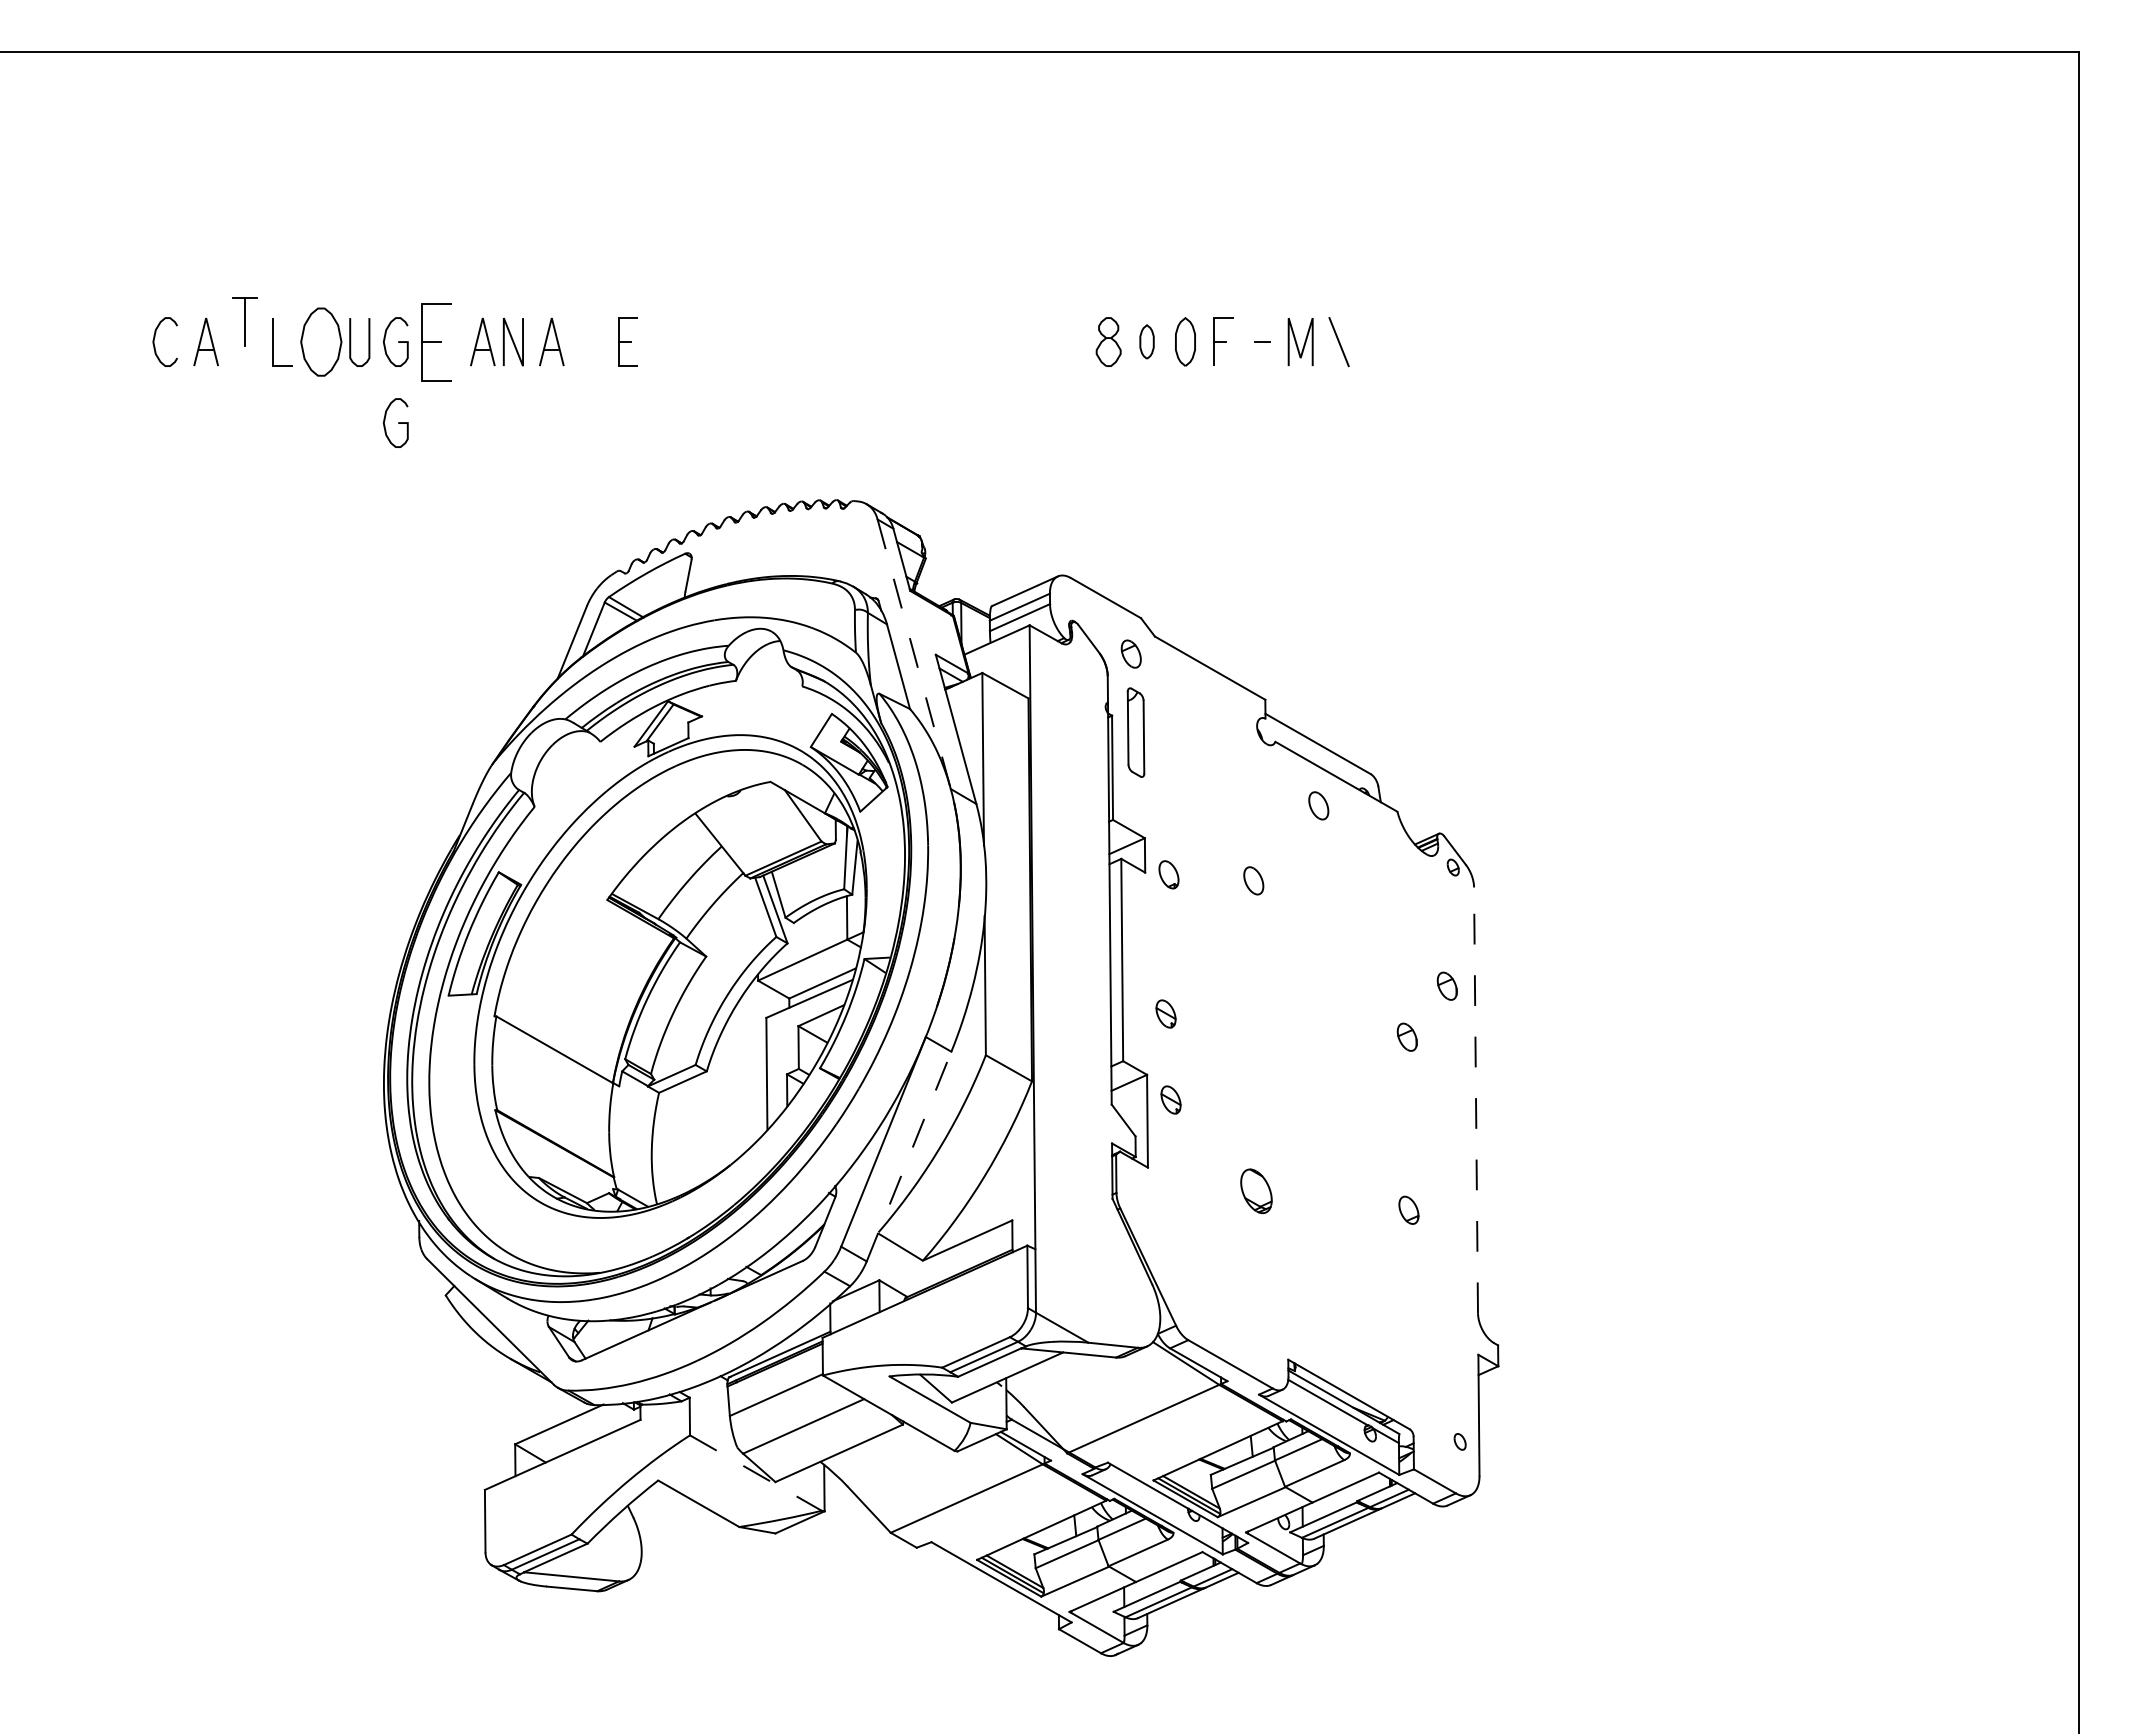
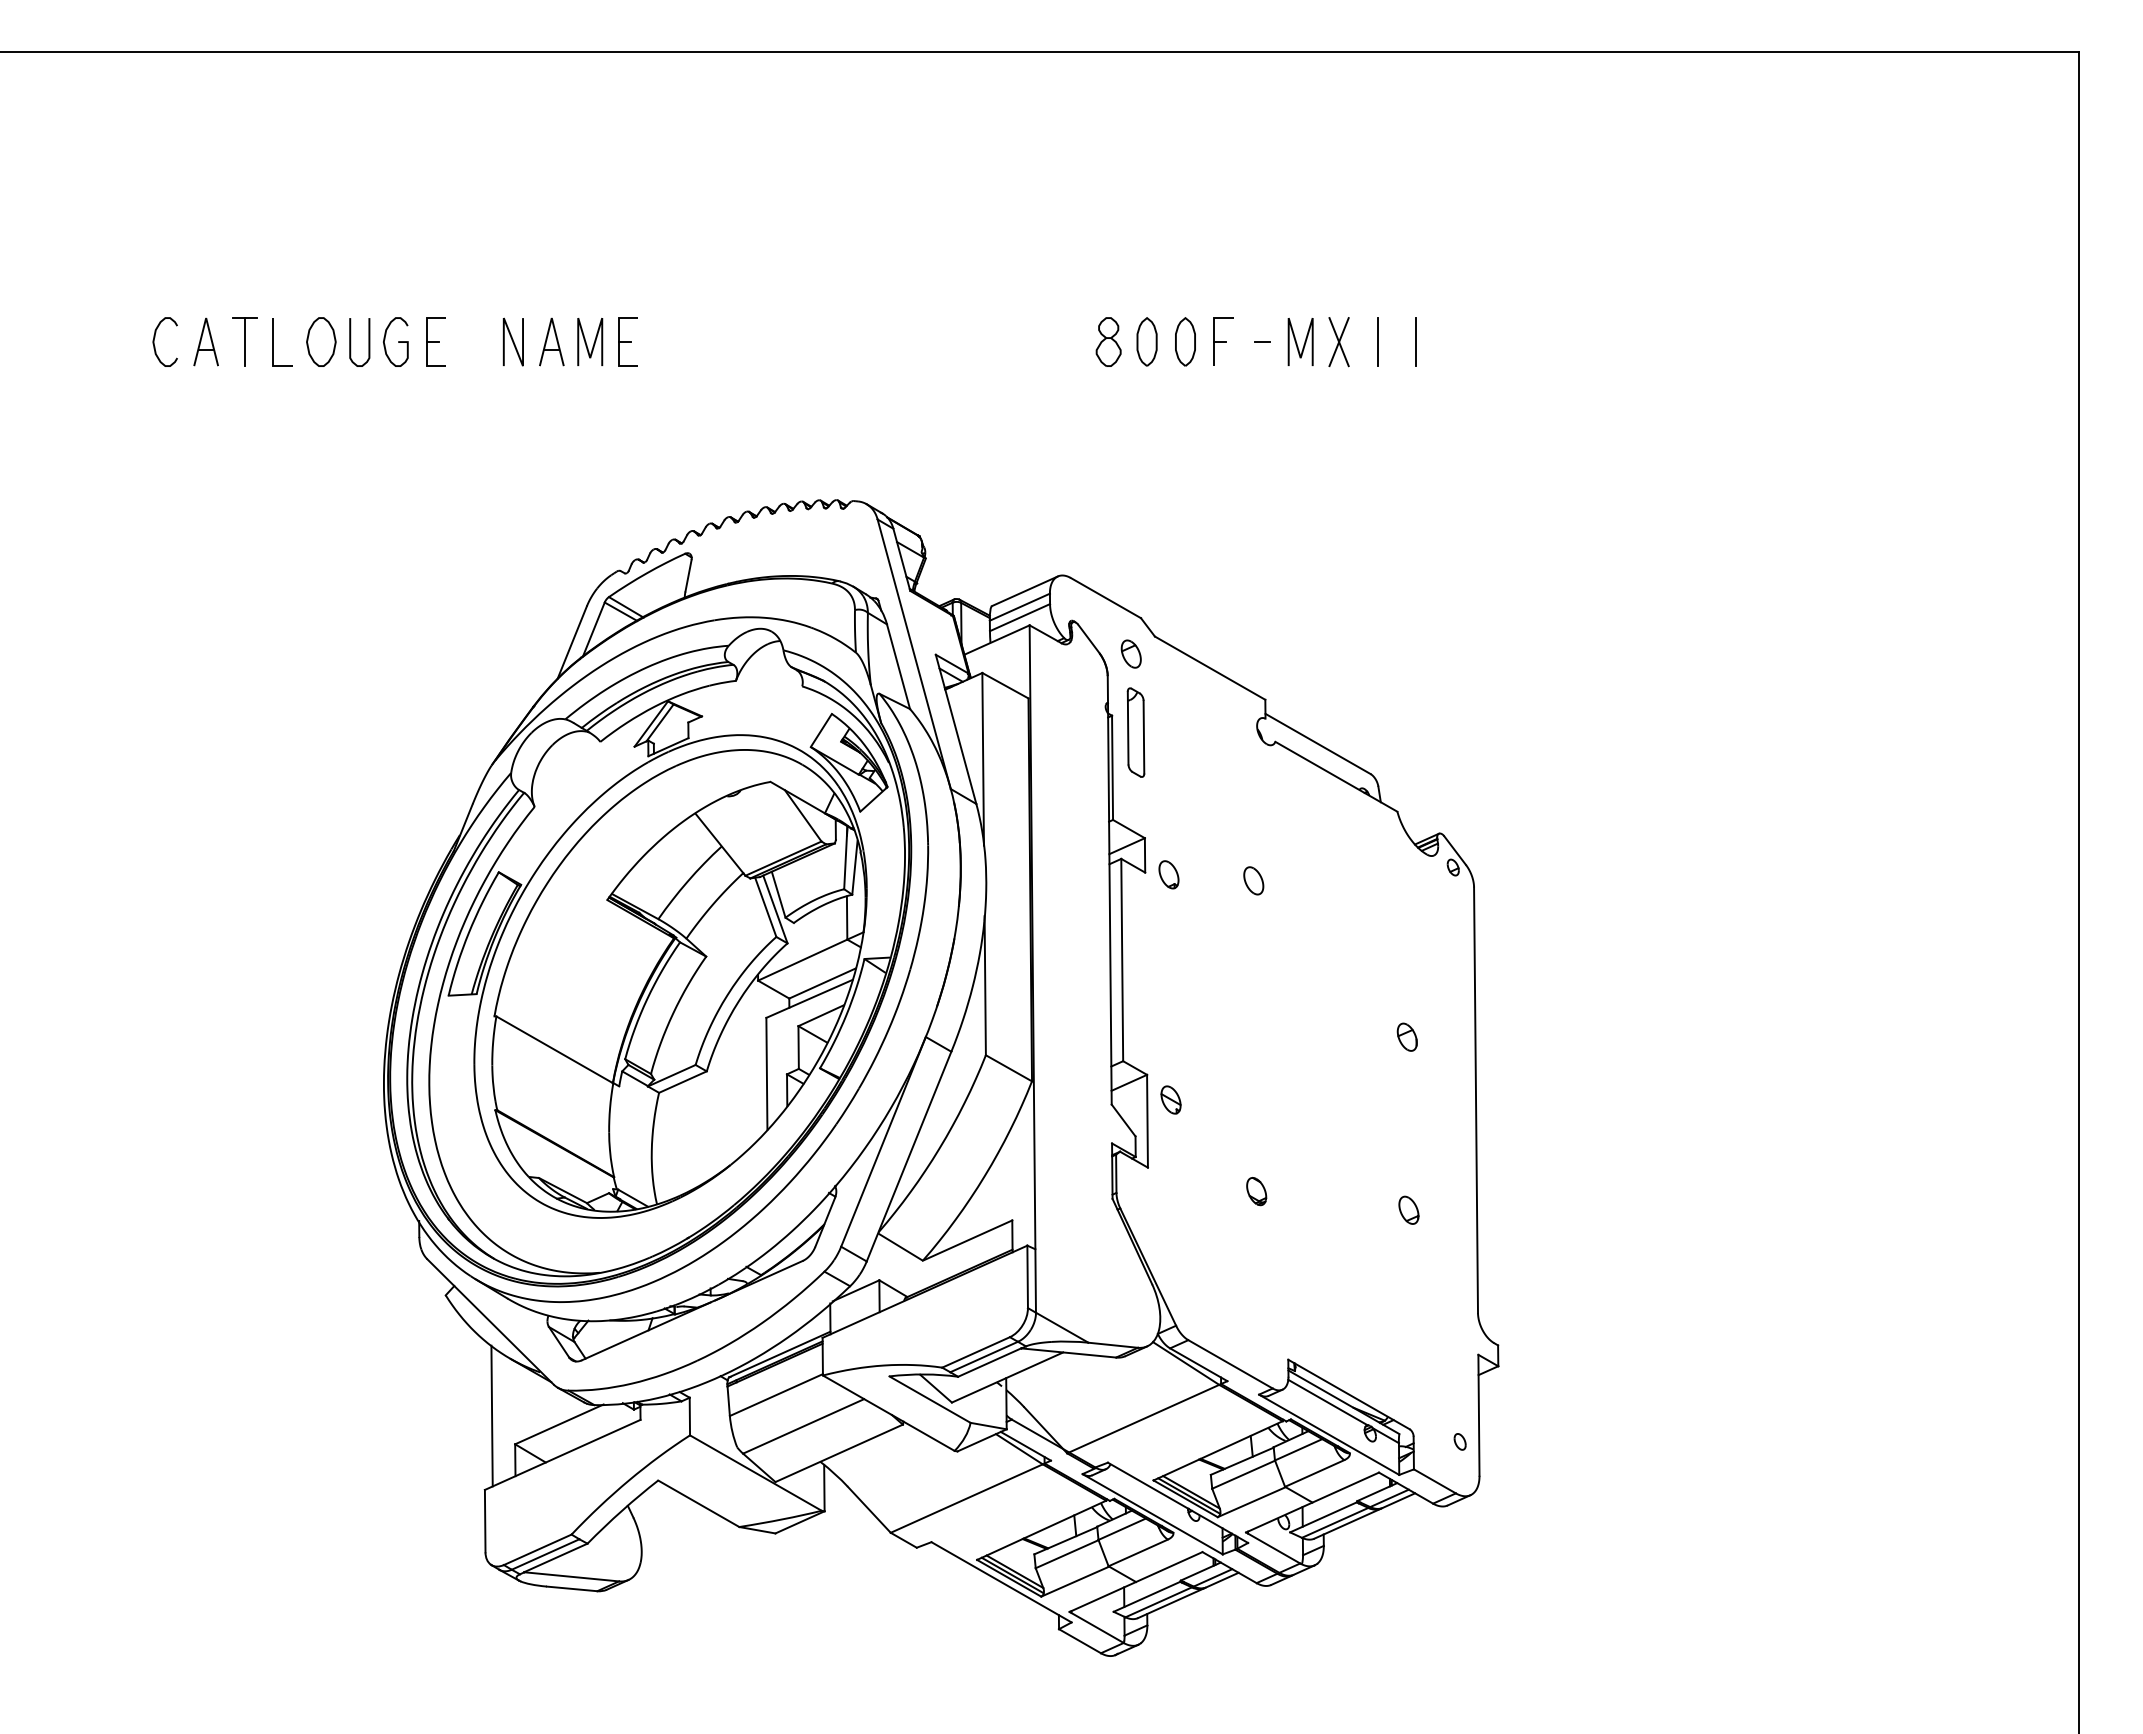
part at (244, 321) position: (244, 321) -> (244, 341)
part at (321, 341) size: 43x70 px -> 31x50 px
part at (482, 341): present -> none
part at (1146, 341) size: 16x36 px -> 22x50 px
line at (1377, 341): none -> present
part at (436, 342) size: 31x79 px -> 20x50 px
line at (1338, 342): none -> present
line at (1415, 342): none -> present
line at (593, 343): none -> present
curve at (398, 422): present -> none
line at (914, 654): dashed -> solid
part at (1318, 805): present -> none
part at (1446, 985): present -> none
part at (1165, 1013): present -> none
line at (1476, 1100): dashed -> solid
line at (909, 1156): dashed -> solid
part at (1256, 1191) size: 33x47 px -> 22x30 px
line at (491, 1415): none -> present
line at (755, 1473): dashed -> solid
